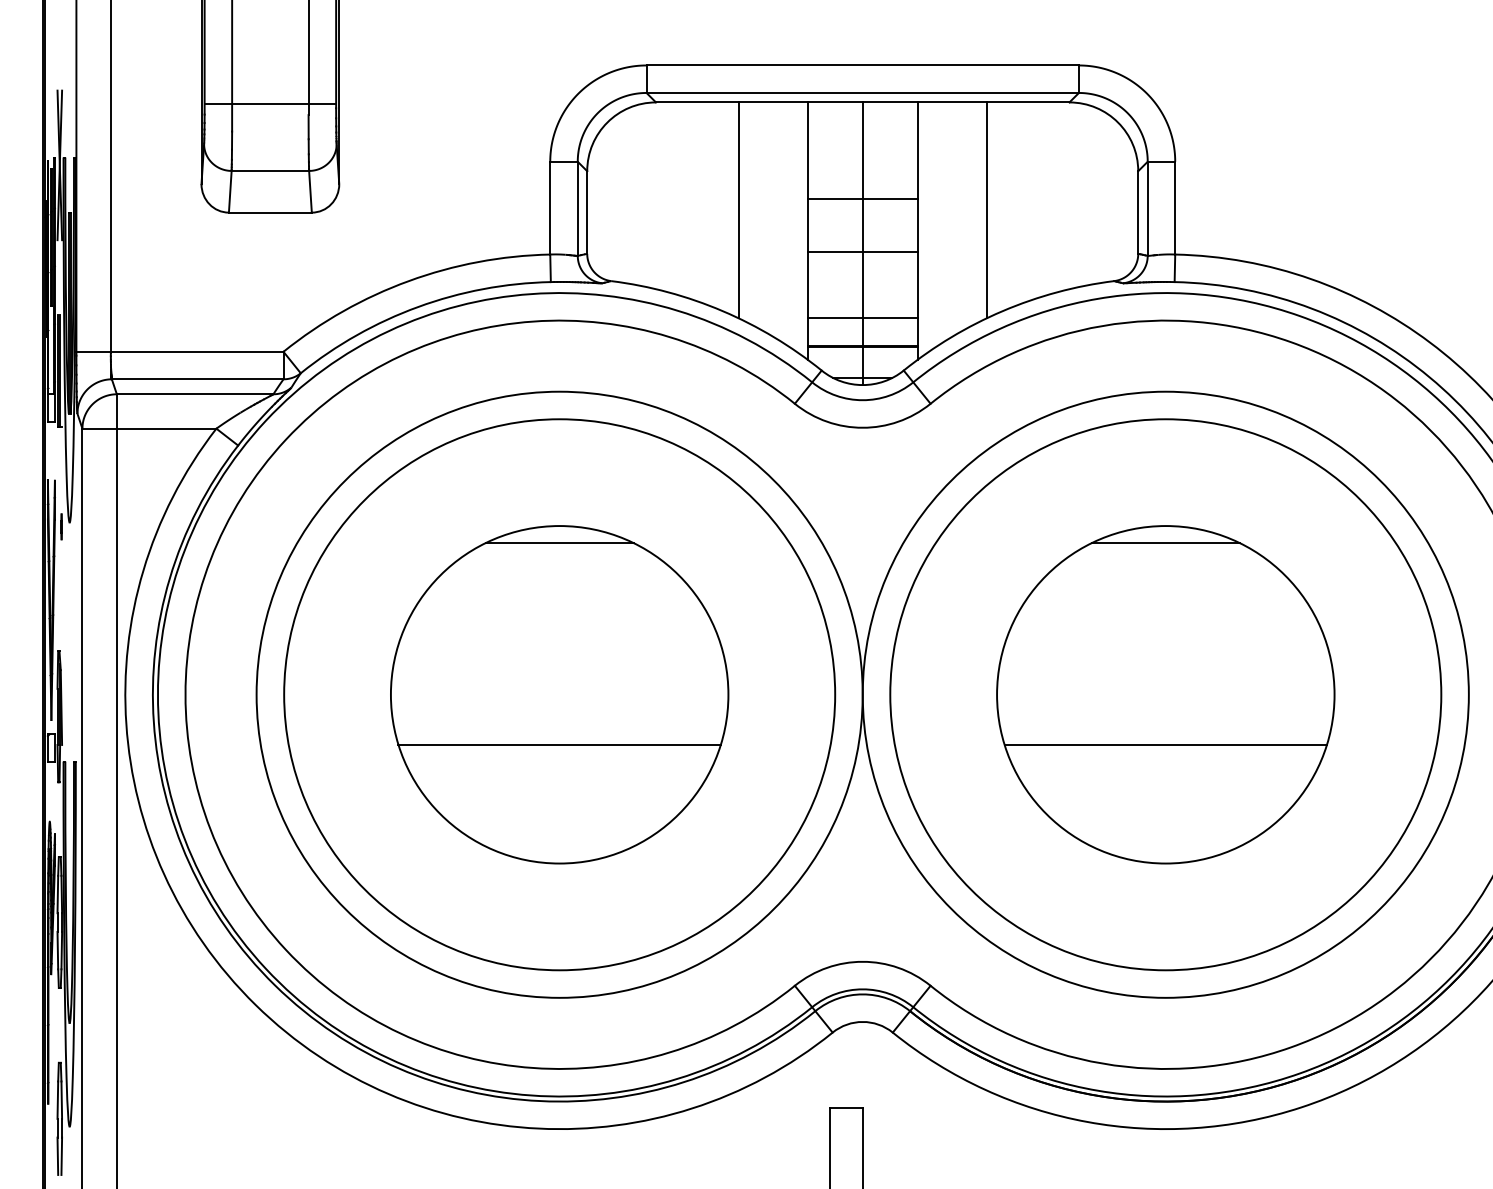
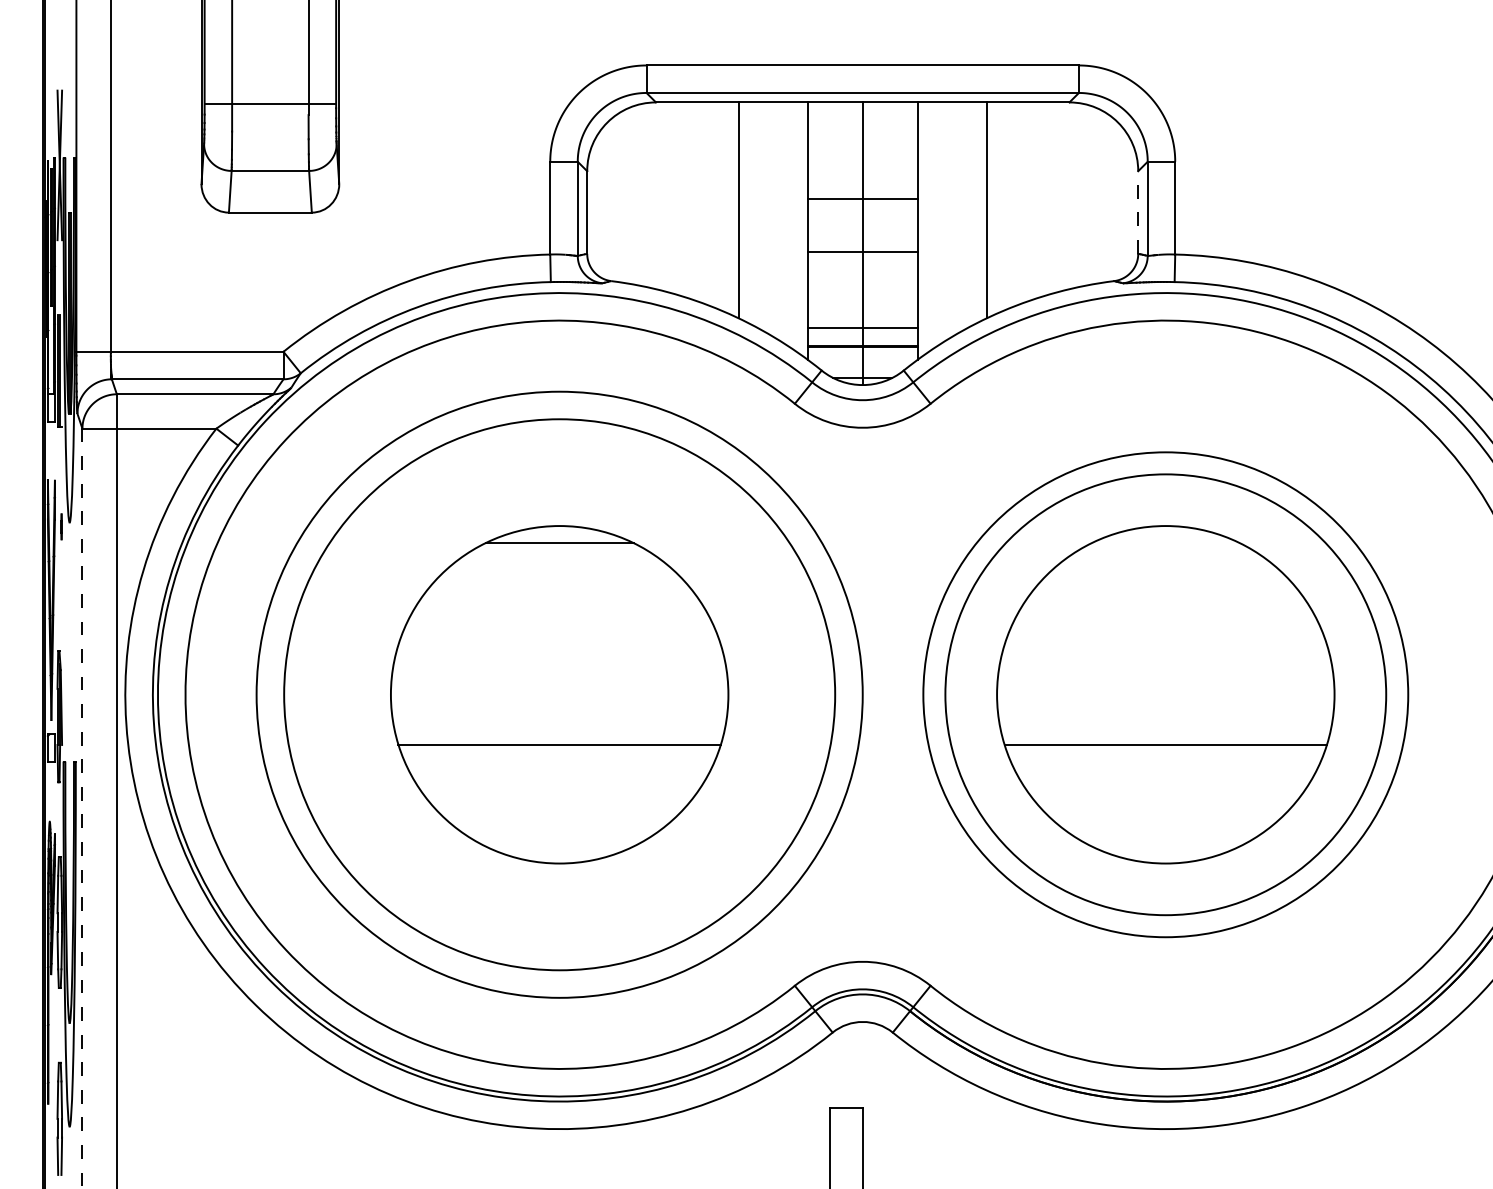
line at (1138, 212): solid -> dashed
line at (862, 318) position: (862, 318) -> (862, 328)
line at (1165, 543): present -> none
circle at (1165, 694) diameter: 551 px -> 441 px
circle at (1165, 694) diameter: 606 px -> 485 px
line at (82, 808): solid -> dashed
